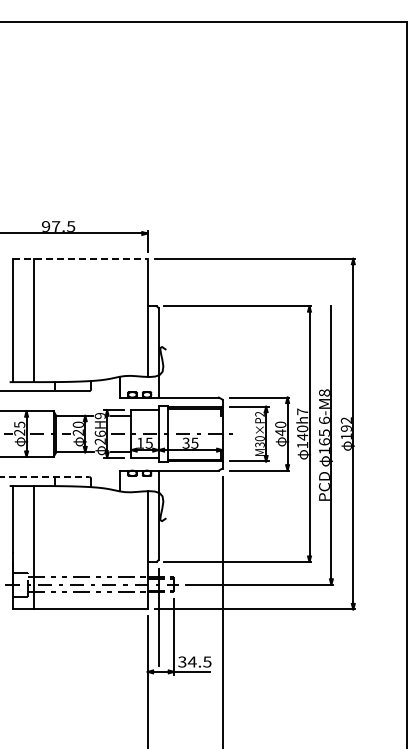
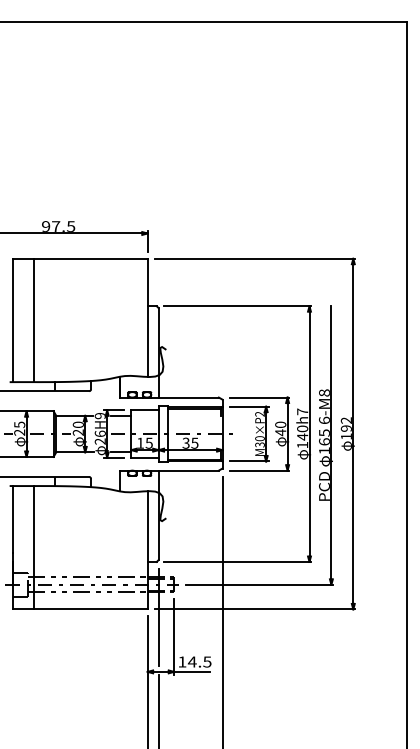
line at (80, 258): dashed -> solid
line at (45, 477): dashed -> solid
text at (182, 661): 34.5 -> 14.5
line at (158, 710): none -> present
